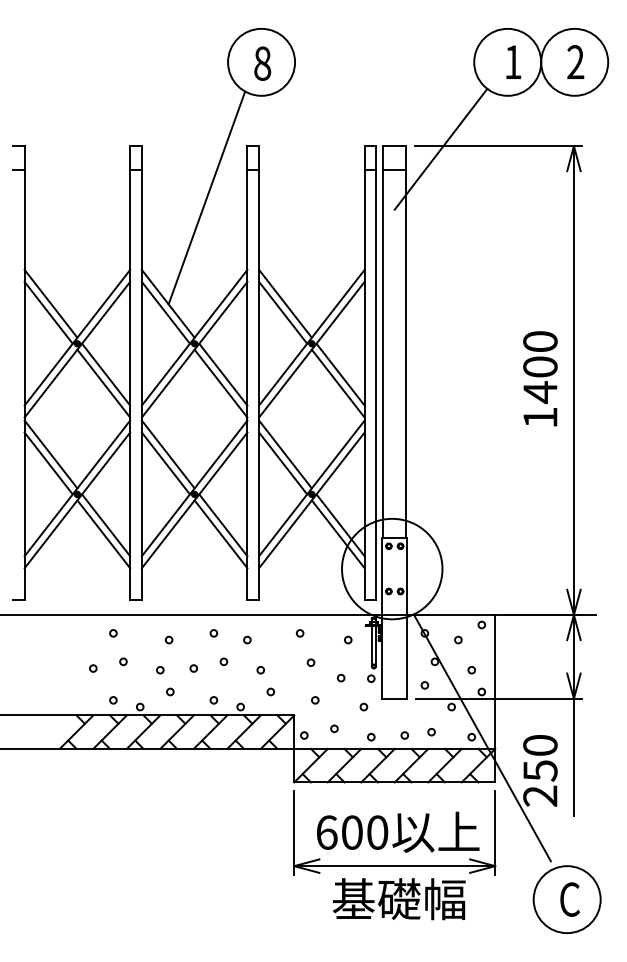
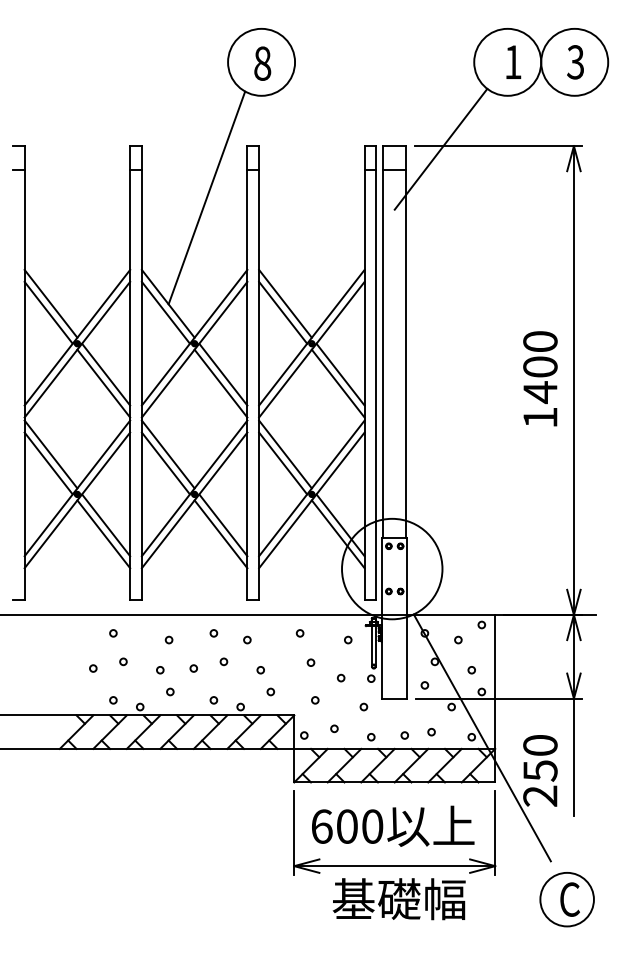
text at (575, 62): 2 -> 3
text at (398, 831) position: (398, 831) -> (393, 825)
circle at (566, 899) diameter: 67 px -> 54 px
